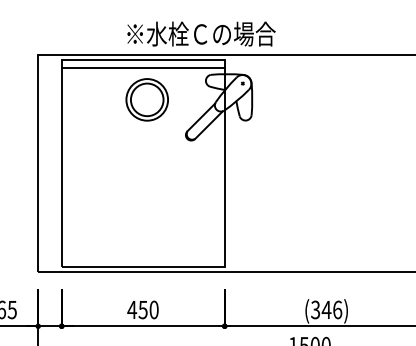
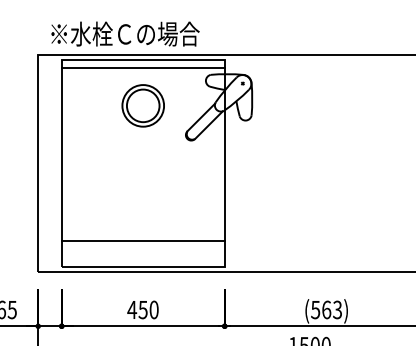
text at (201, 33) position: (201, 33) -> (125, 33)
part at (146, 99) position: (146, 99) -> (142, 105)
line at (142, 241): none -> present
text at (326, 309): (346) -> (563)
